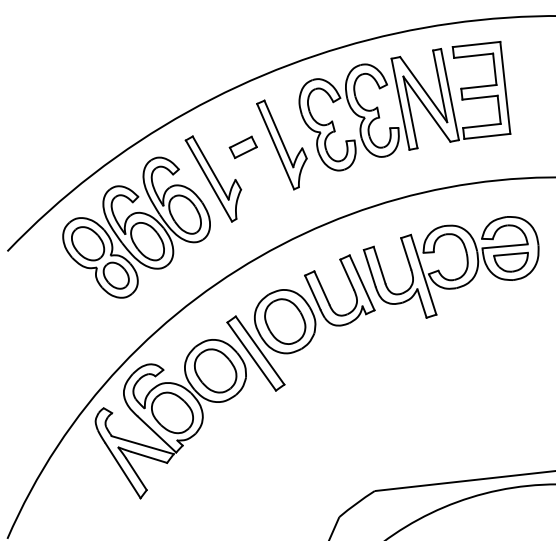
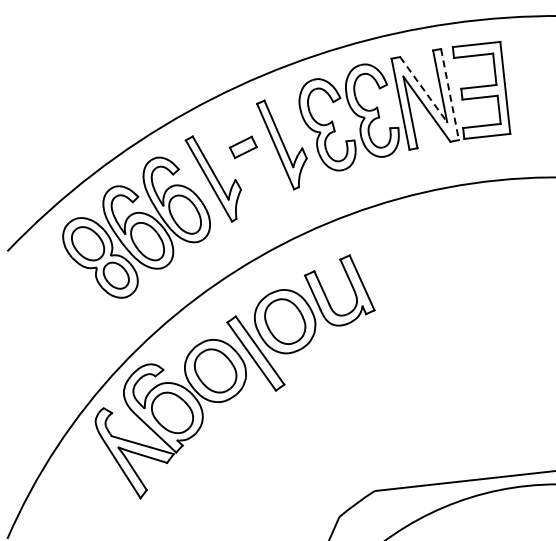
line at (423, 90): solid -> dashed
line at (450, 95): solid -> dashed
part at (441, 273): present -> none
